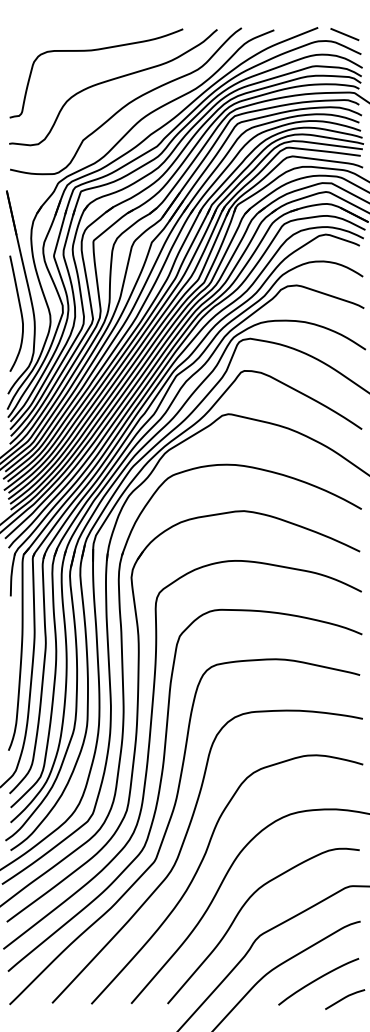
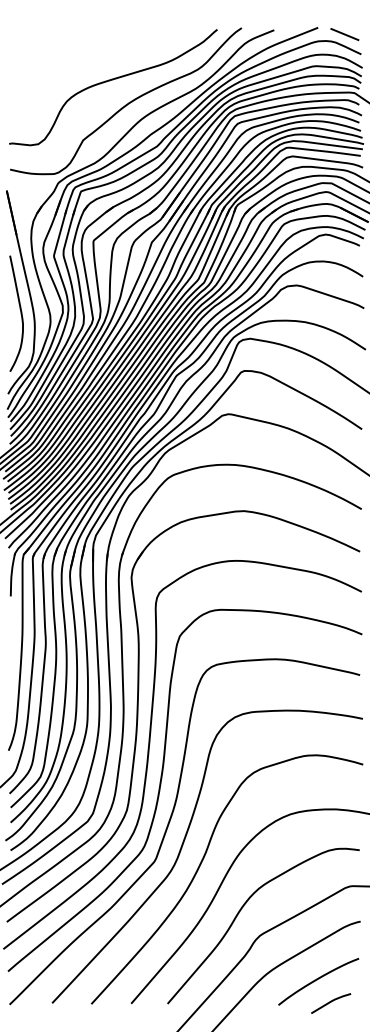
curve at (92, 51): present -> none
curve at (345, 998) position: (345, 998) -> (331, 1002)
